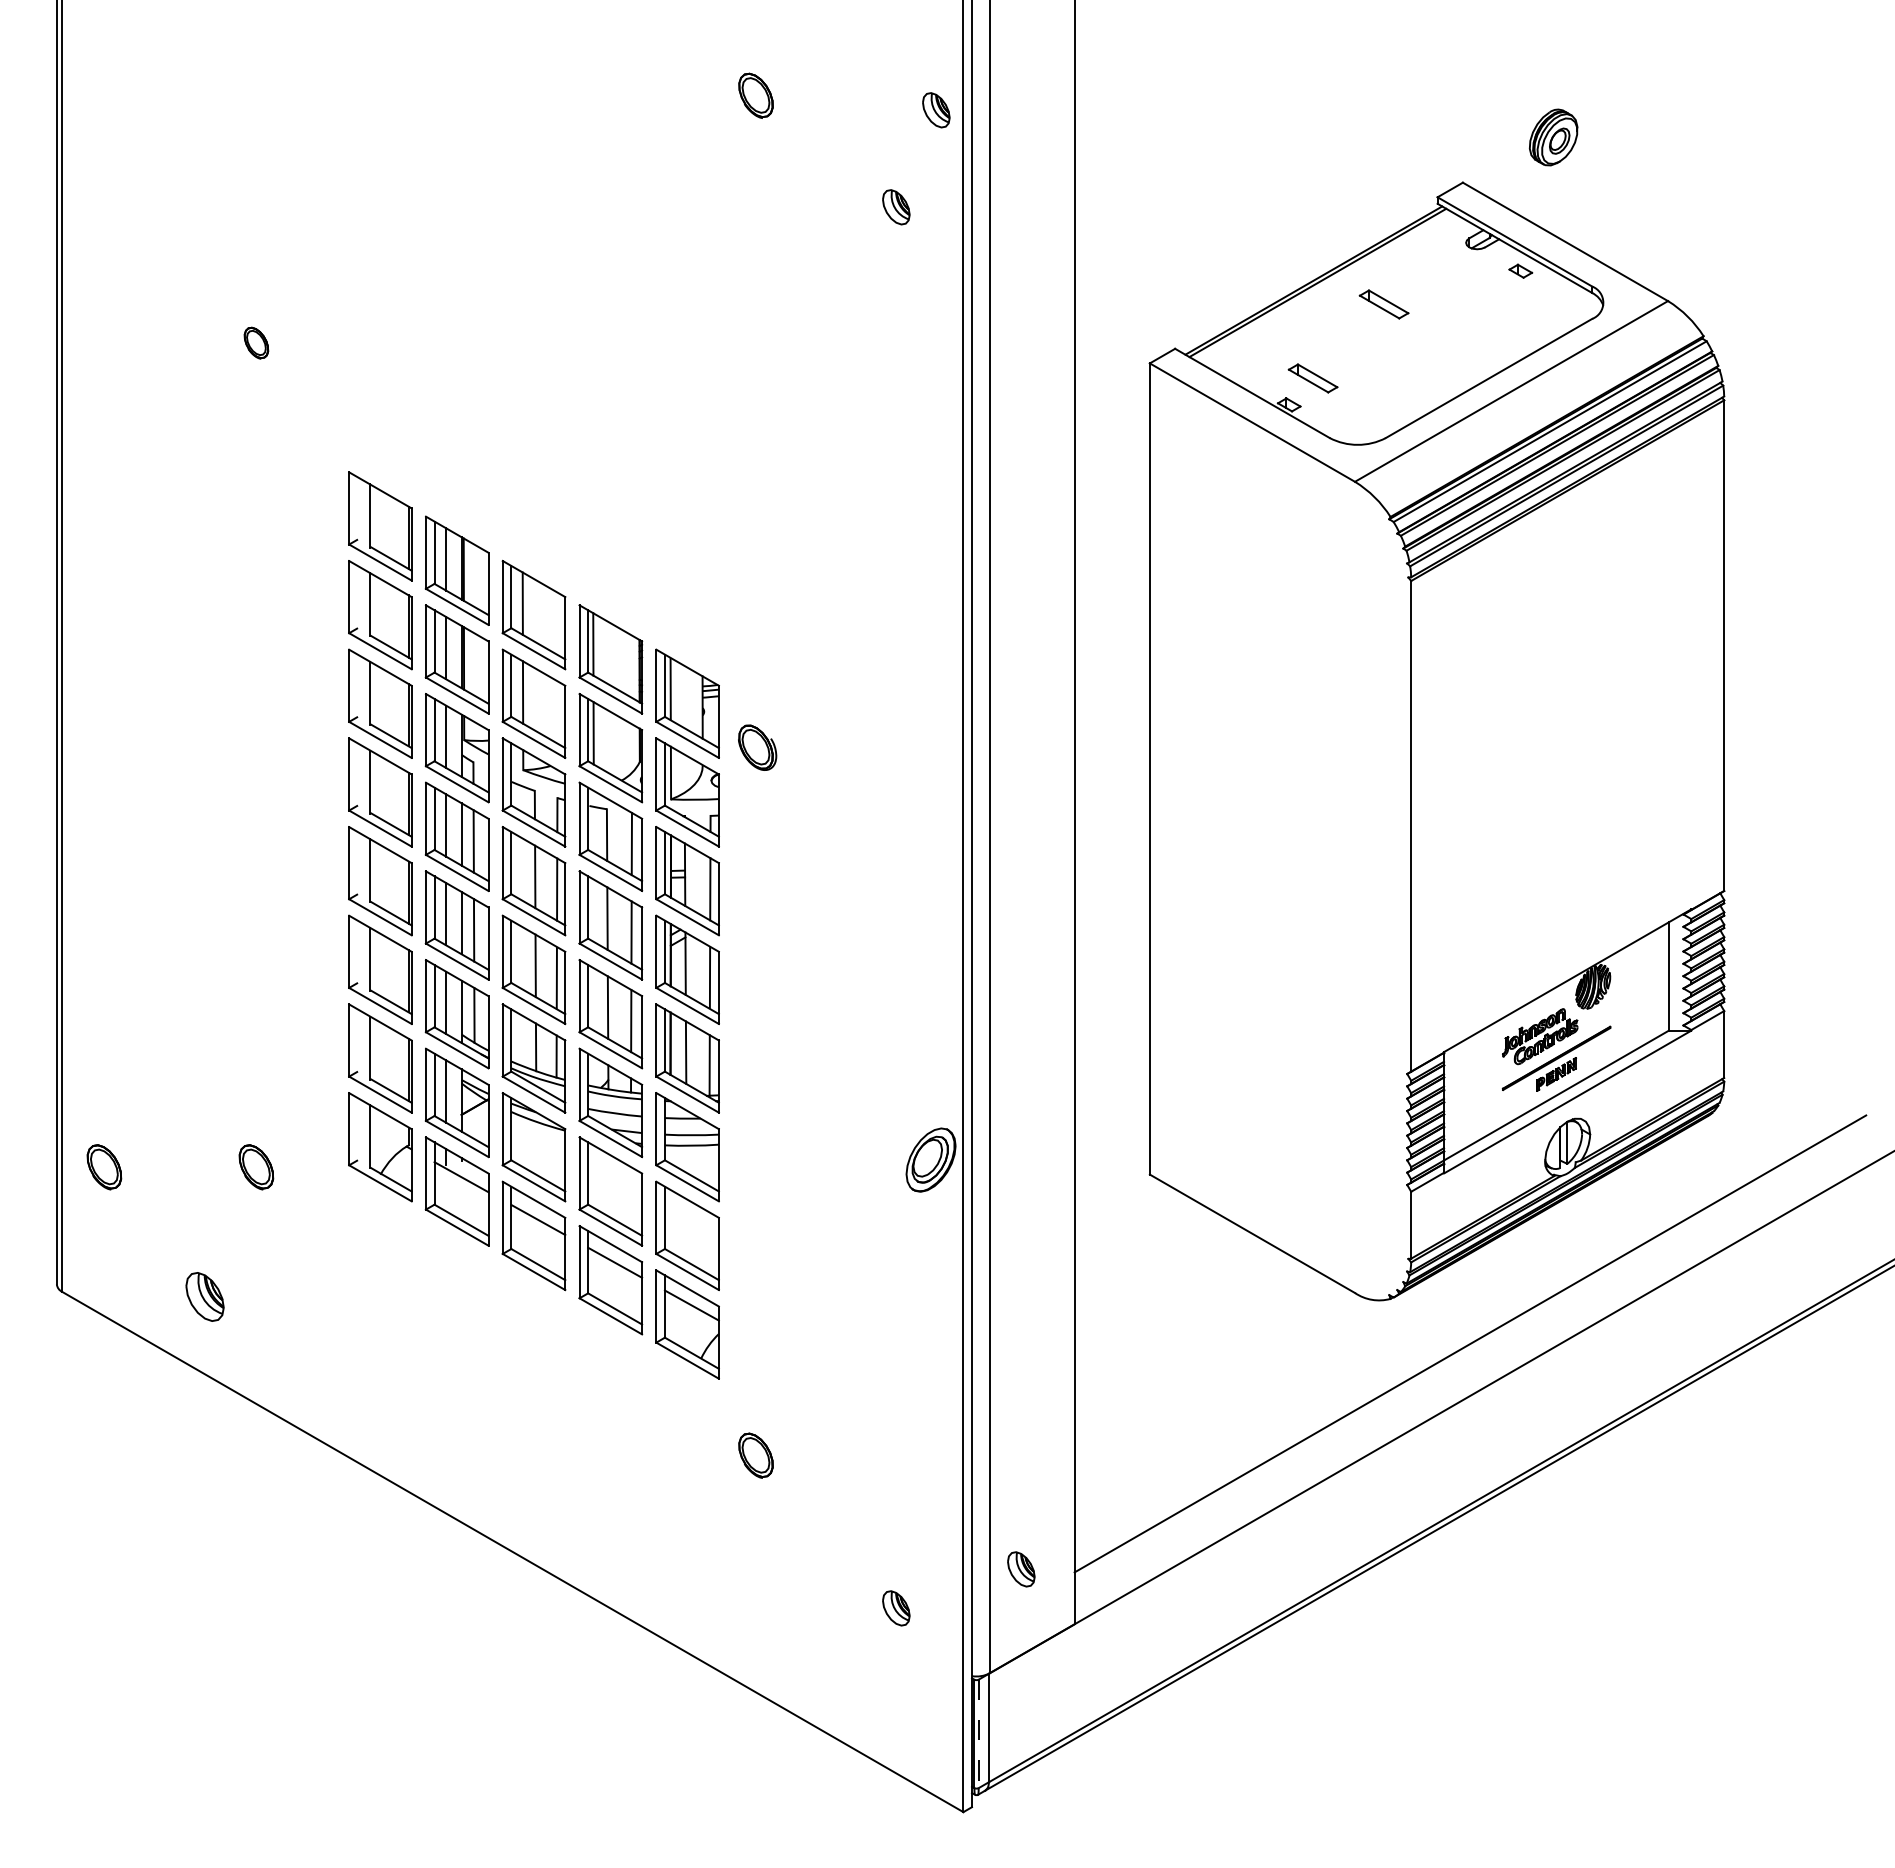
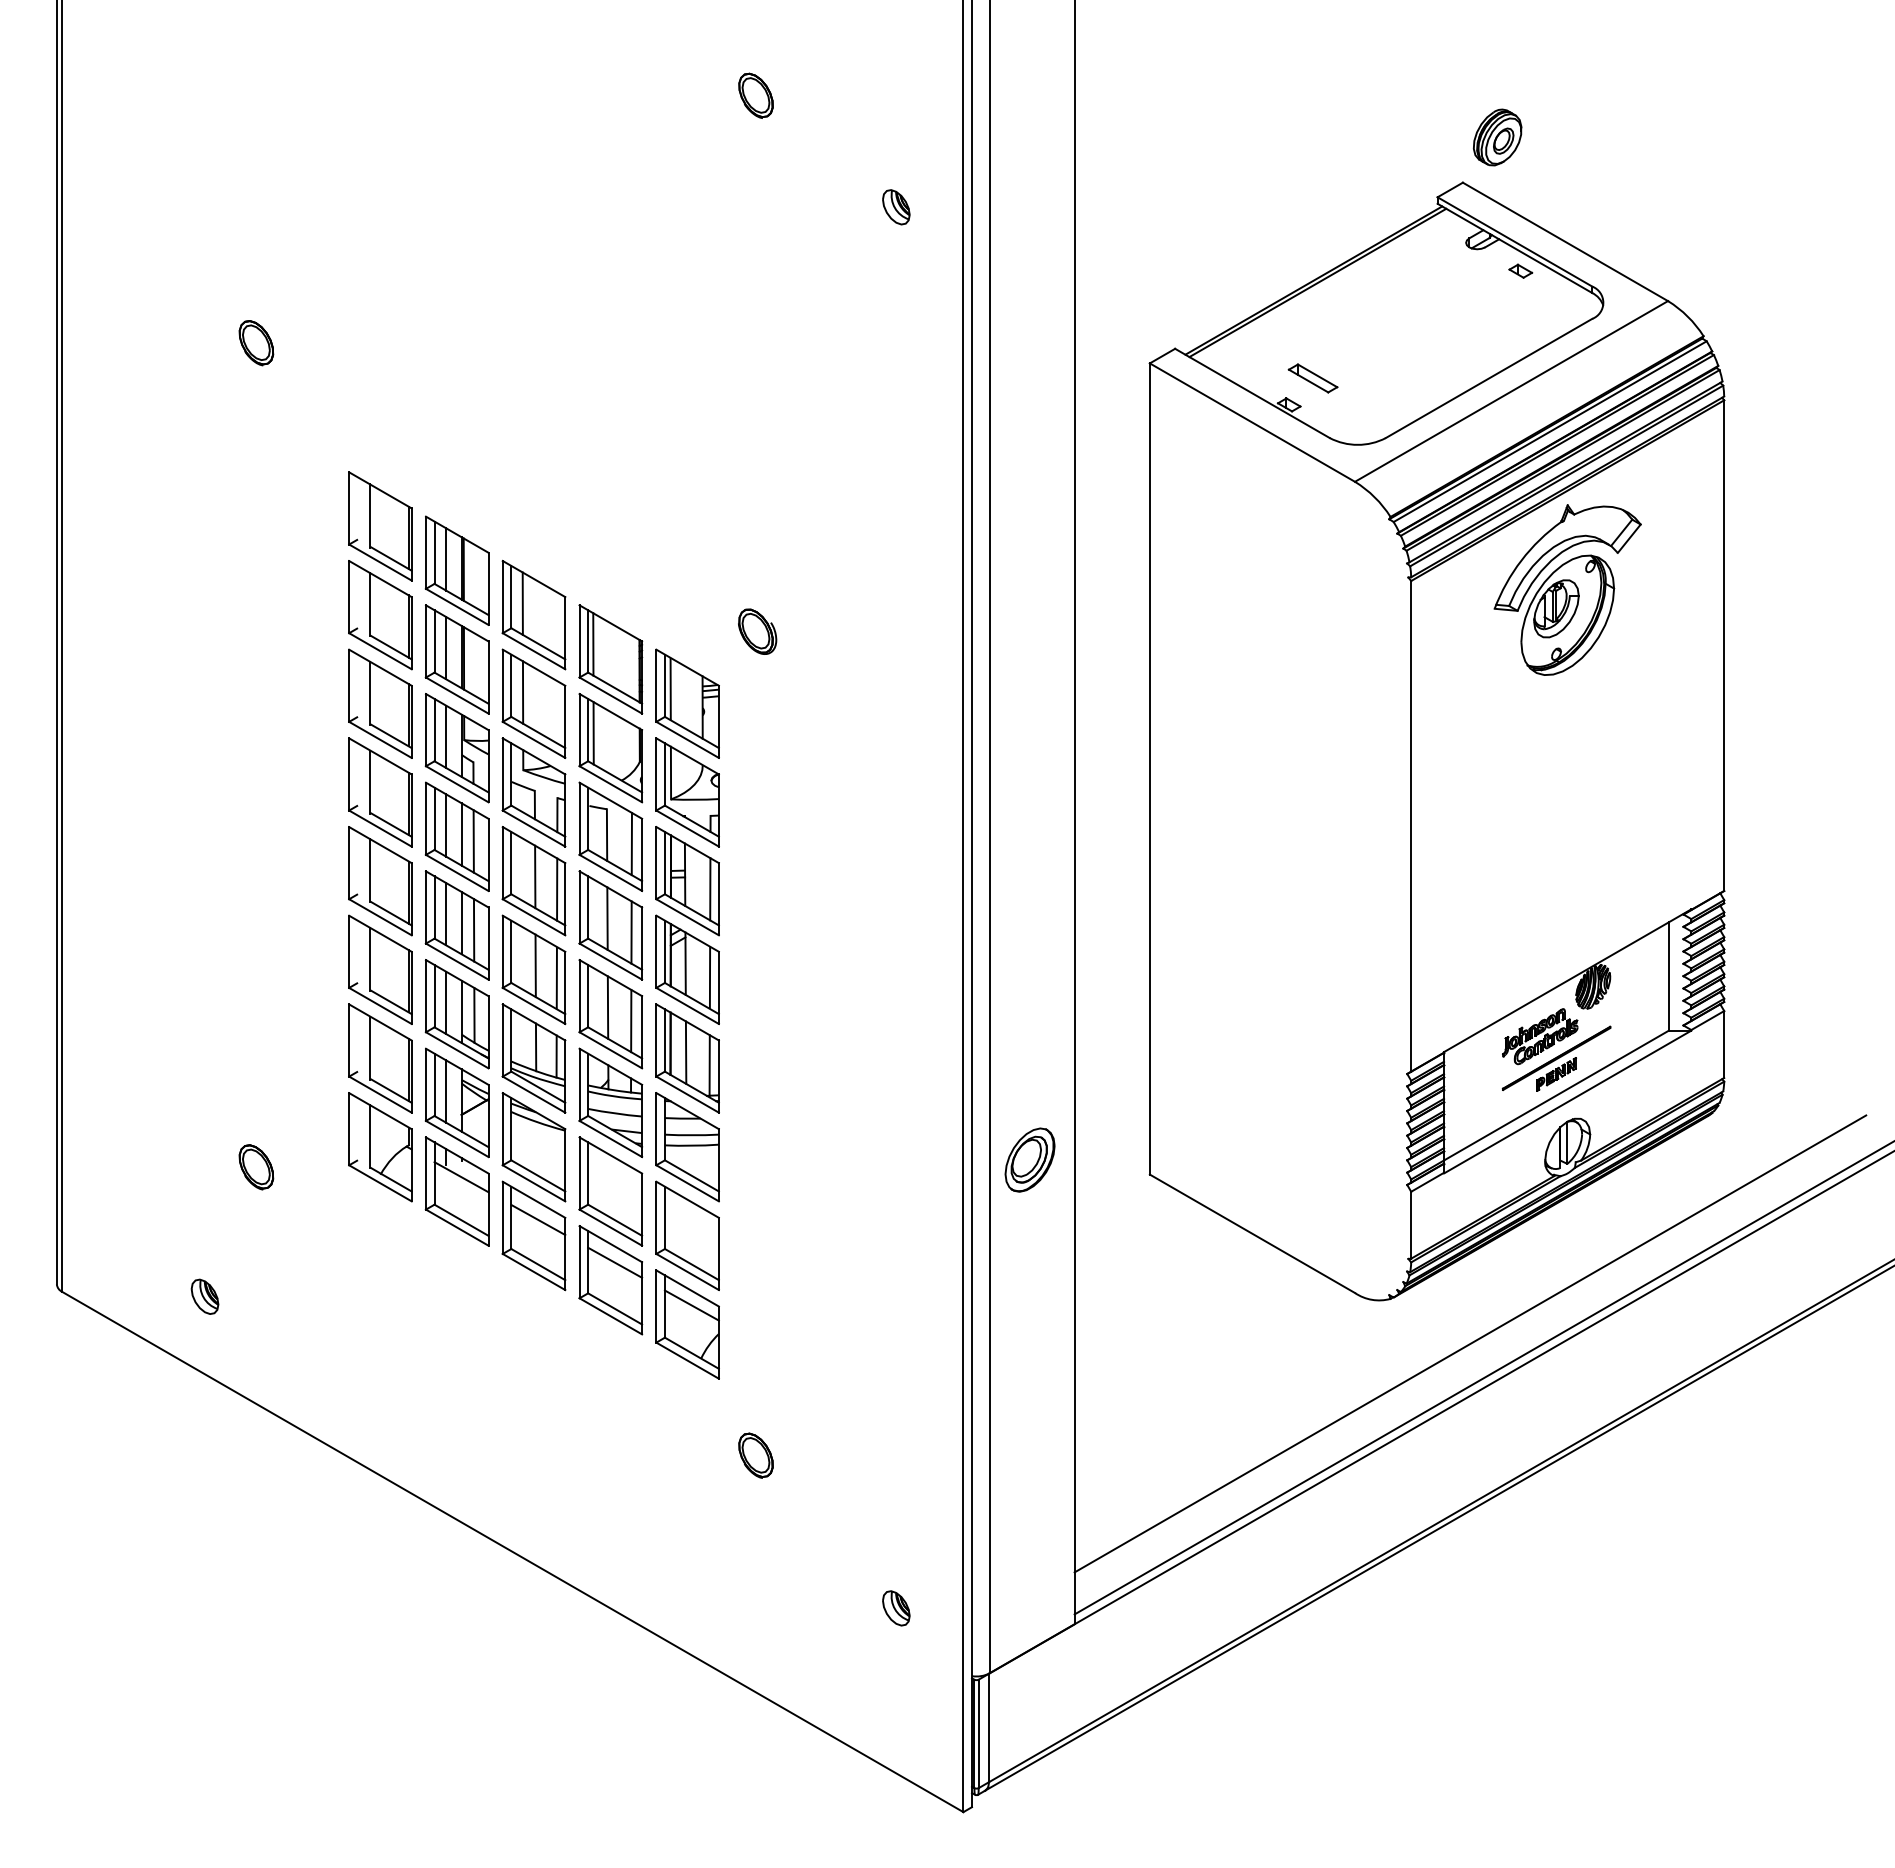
part at (936, 110): present -> none
part at (1553, 137) position: (1553, 137) -> (1497, 137)
part at (1383, 304): present -> none
part at (256, 342) size: 27x34 px -> 37x47 px
part at (1567, 589): none -> present
part at (757, 747) position: (757, 747) -> (757, 631)
part at (930, 1159) position: (930, 1159) -> (1029, 1159)
part at (104, 1167): present -> none
part at (204, 1296) size: 40x50 px -> 30x37 px
line at (1482, 1378): none -> present
part at (1021, 1569): present -> none
line at (978, 1734): dashed -> solid
